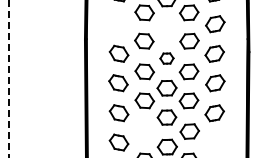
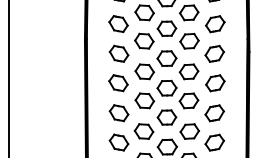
part at (118, 24): none -> present
part at (166, 28): none -> present
part at (166, 58) size: 16x13 px -> 22x17 px
line at (8, 79): dashed -> solid
part at (143, 131): none -> present
part at (214, 142): none -> present
